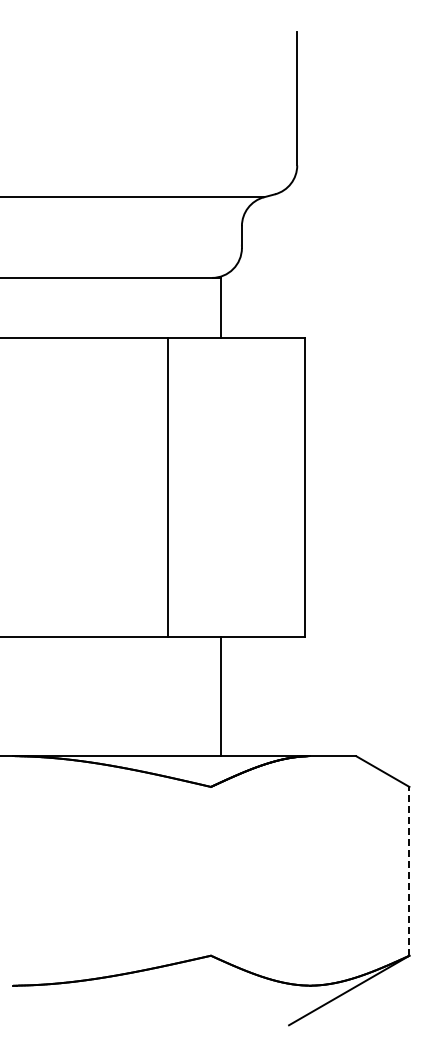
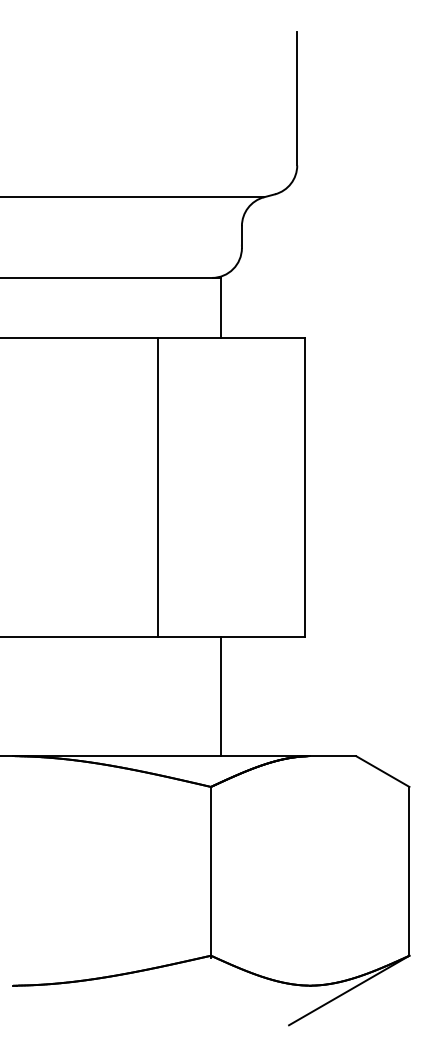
line at (168, 486) position: (168, 486) -> (158, 486)
line at (409, 870): dashed -> solid
line at (211, 871): none -> present
